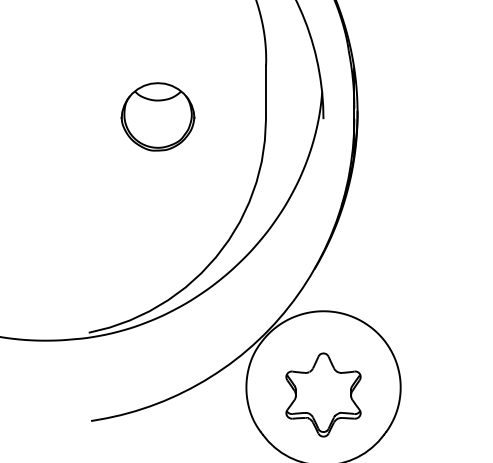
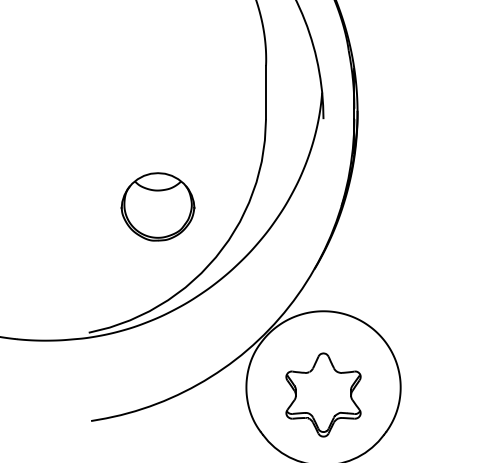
part at (157, 116) position: (157, 116) -> (157, 206)
